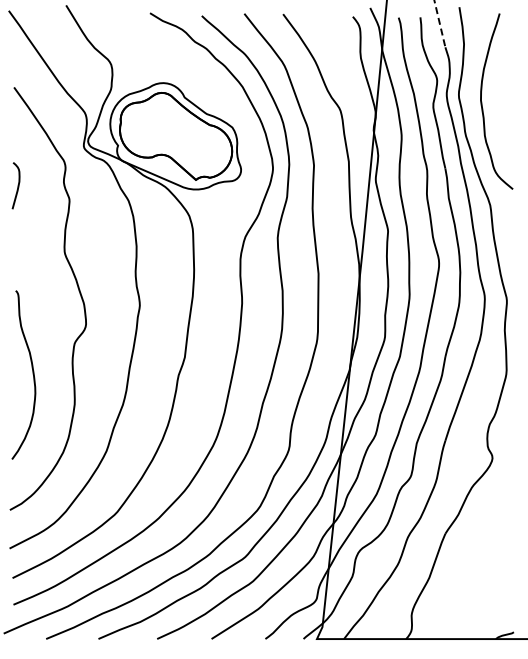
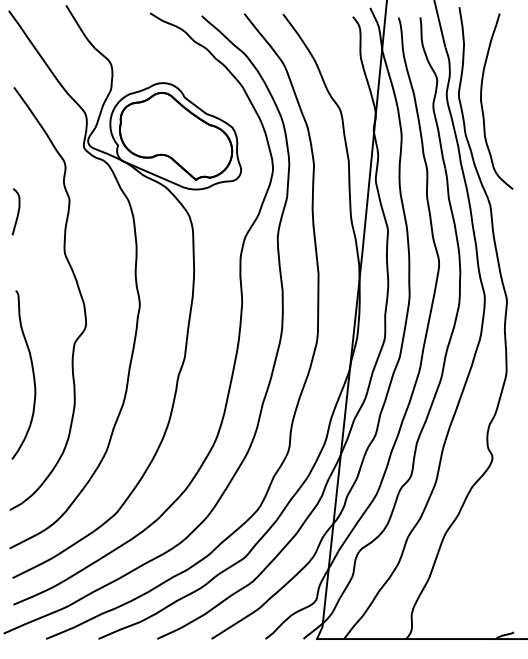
line at (439, 24): dashed -> solid
curve at (17, 185) position: (17, 185) -> (17, 211)
